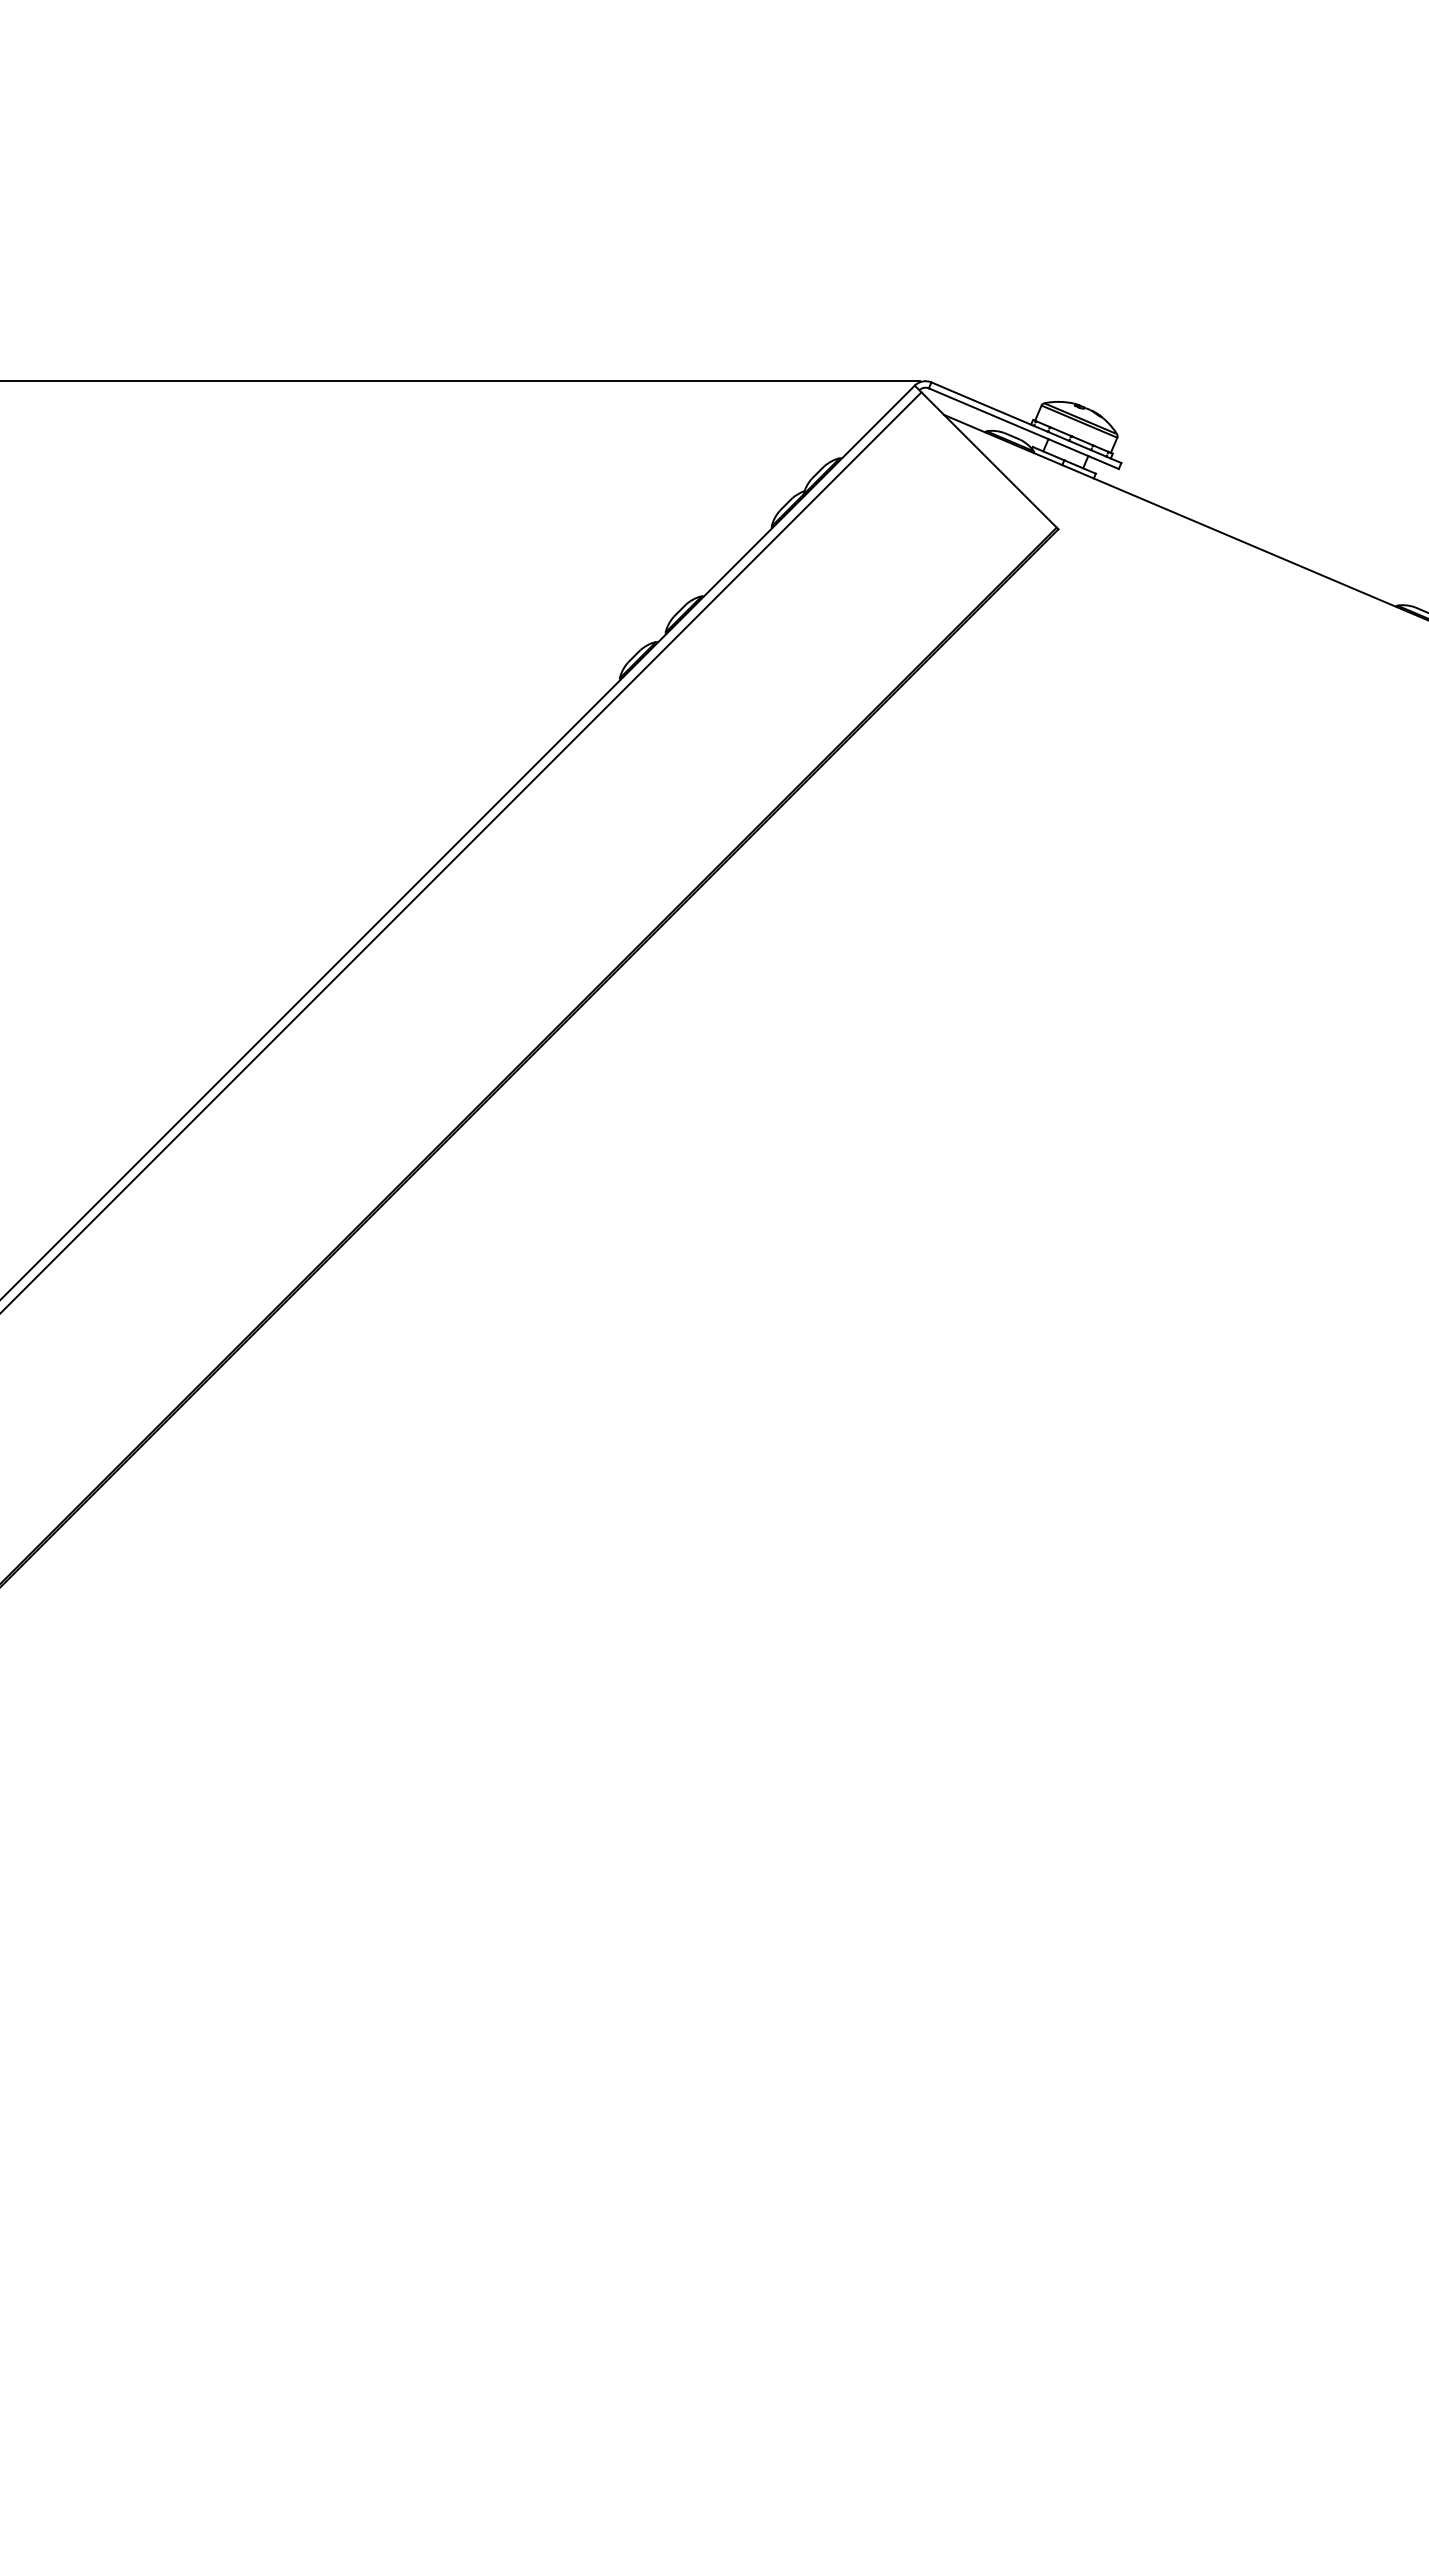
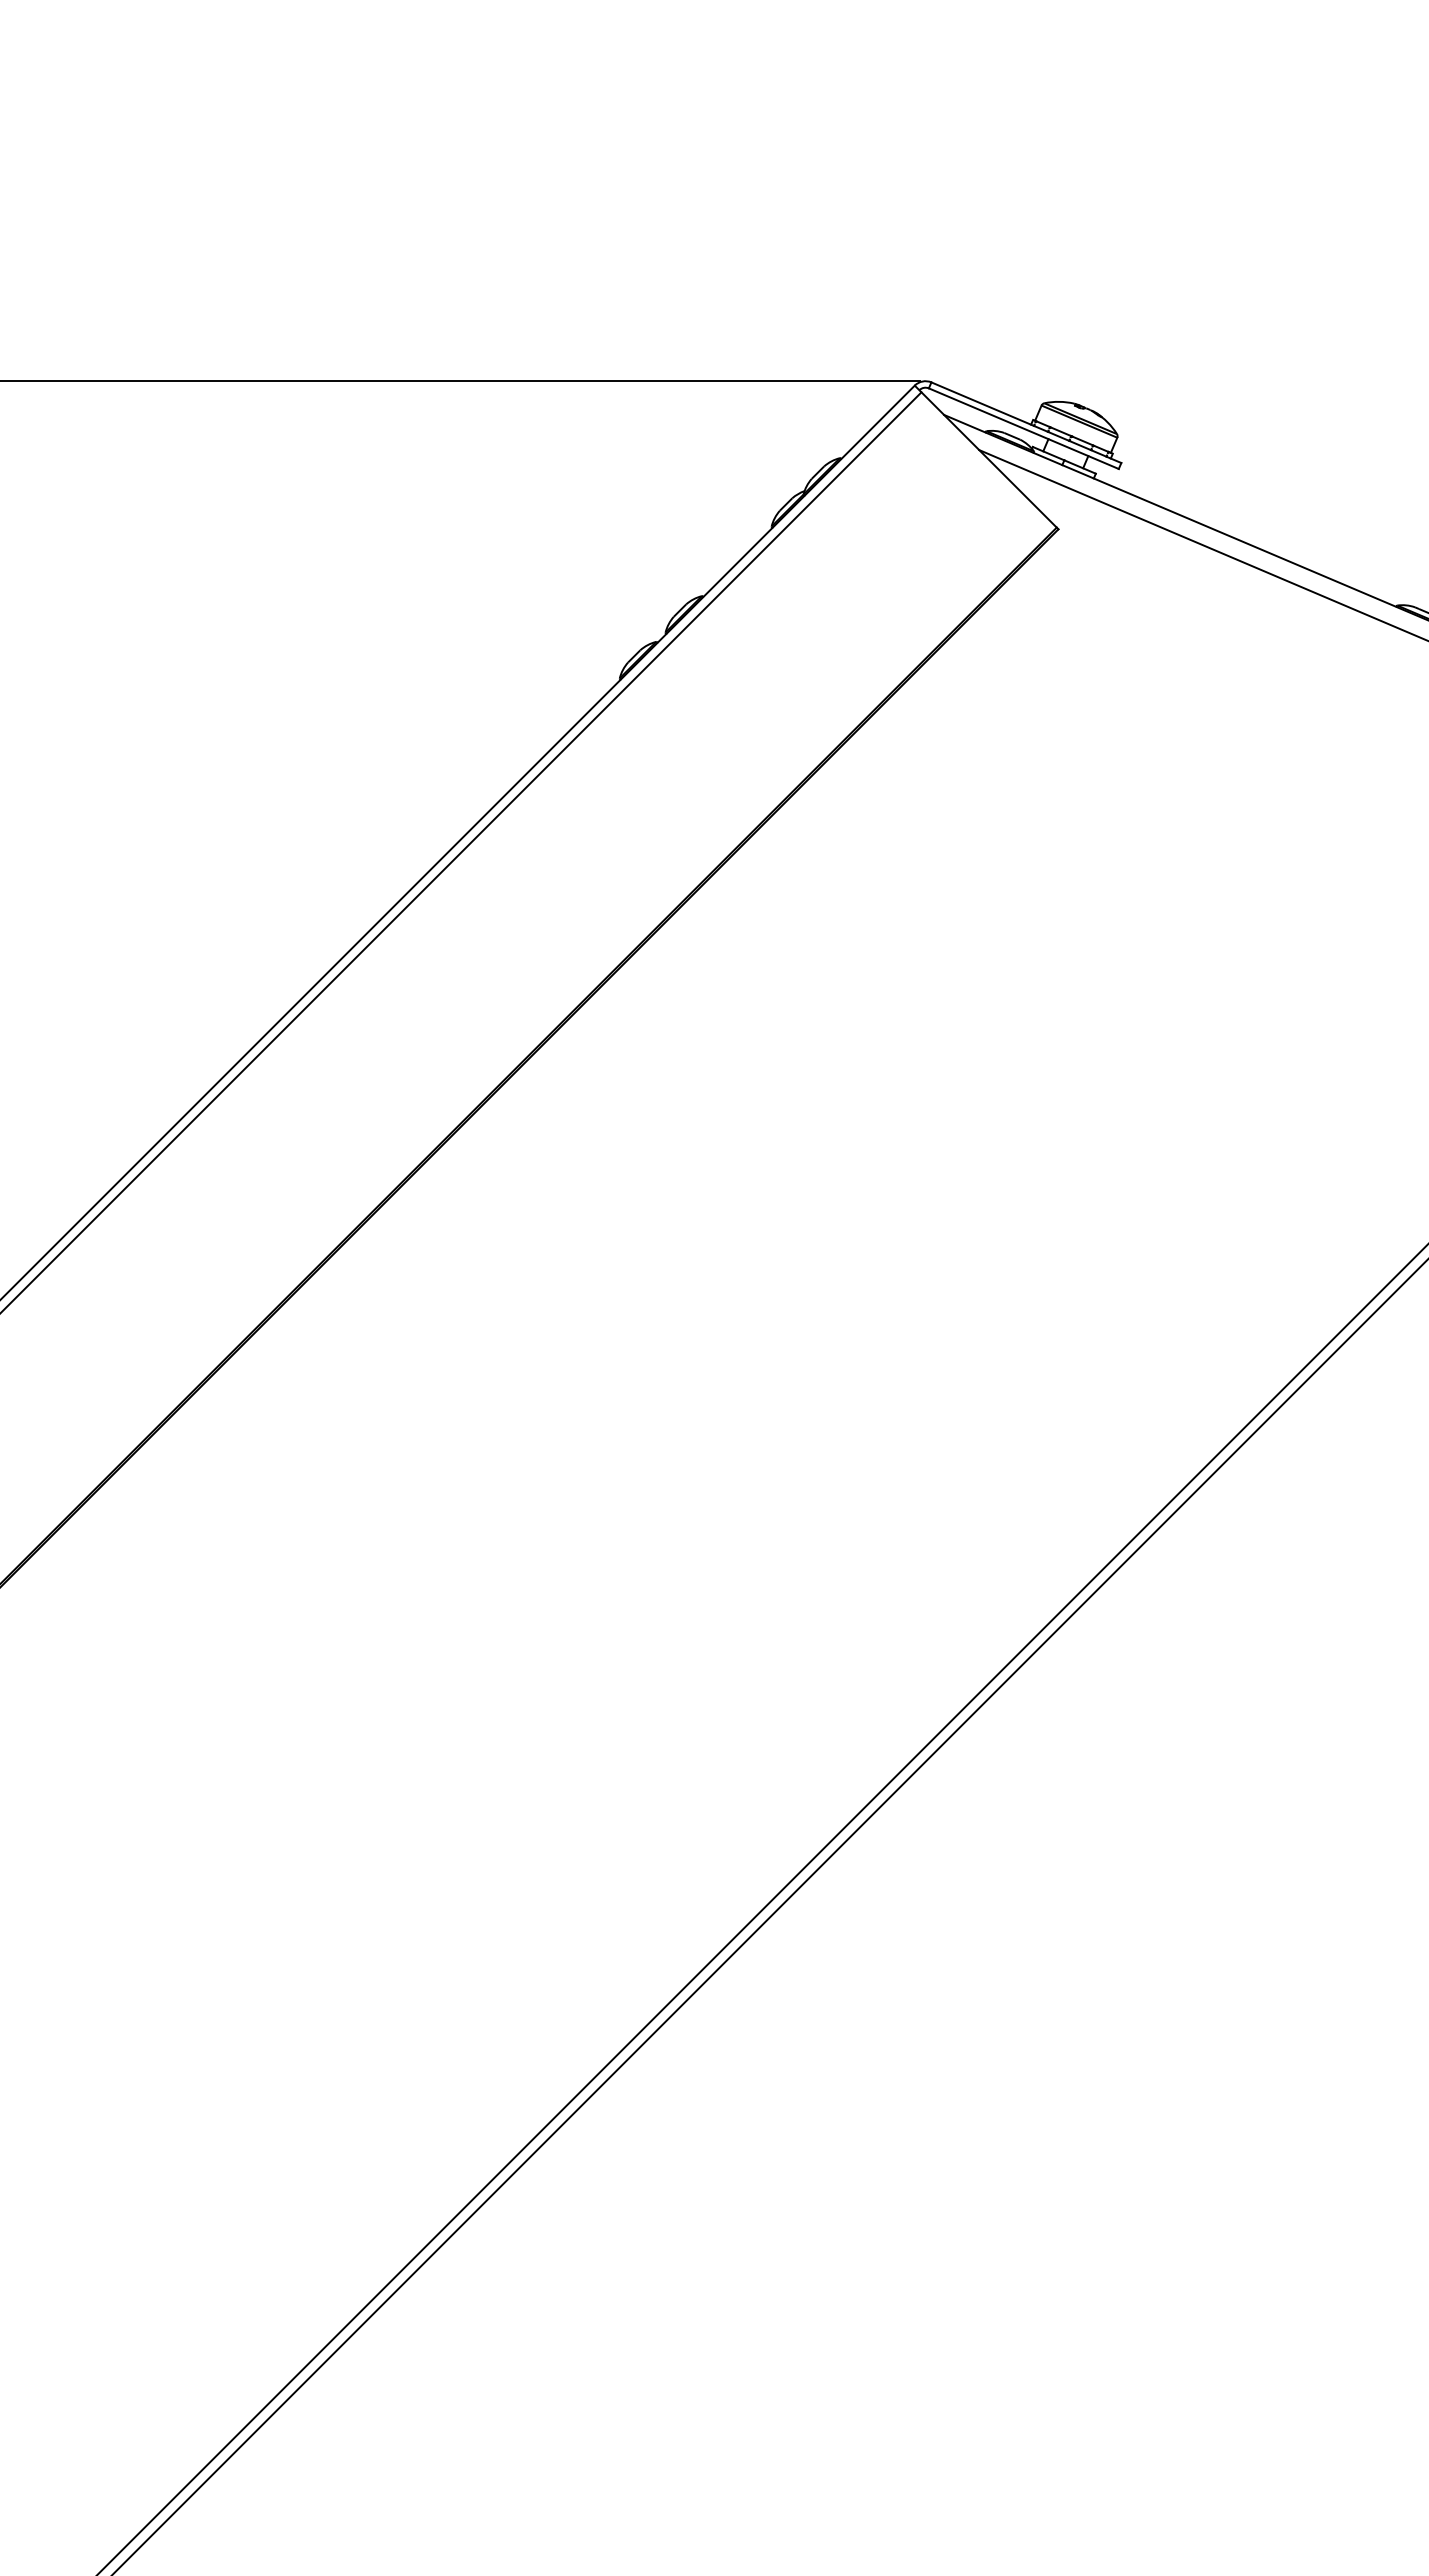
line at (1202, 544): none -> present
line at (762, 1909): none -> present
line at (770, 1916): none -> present
